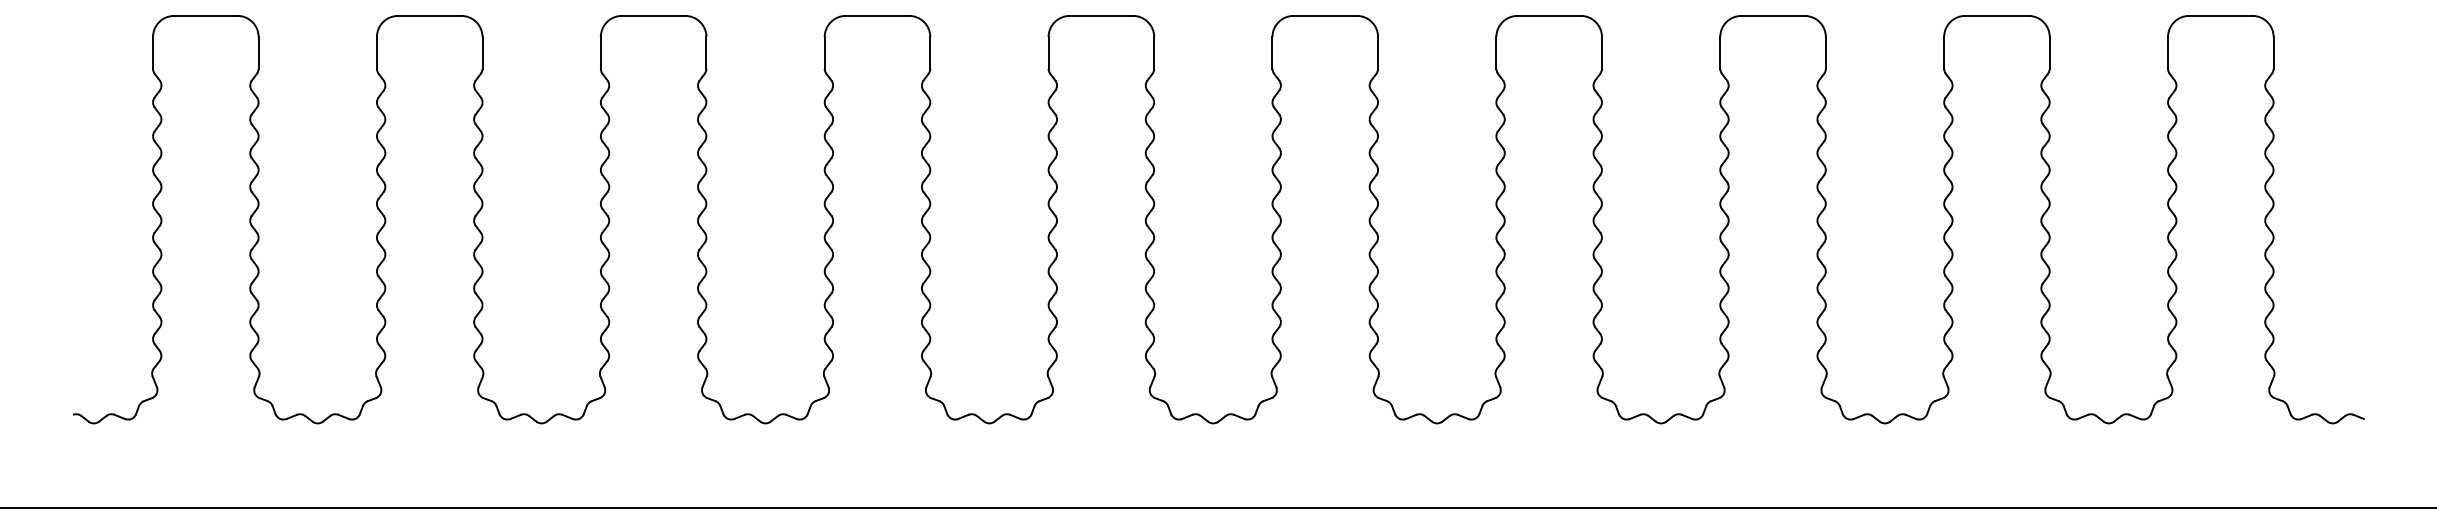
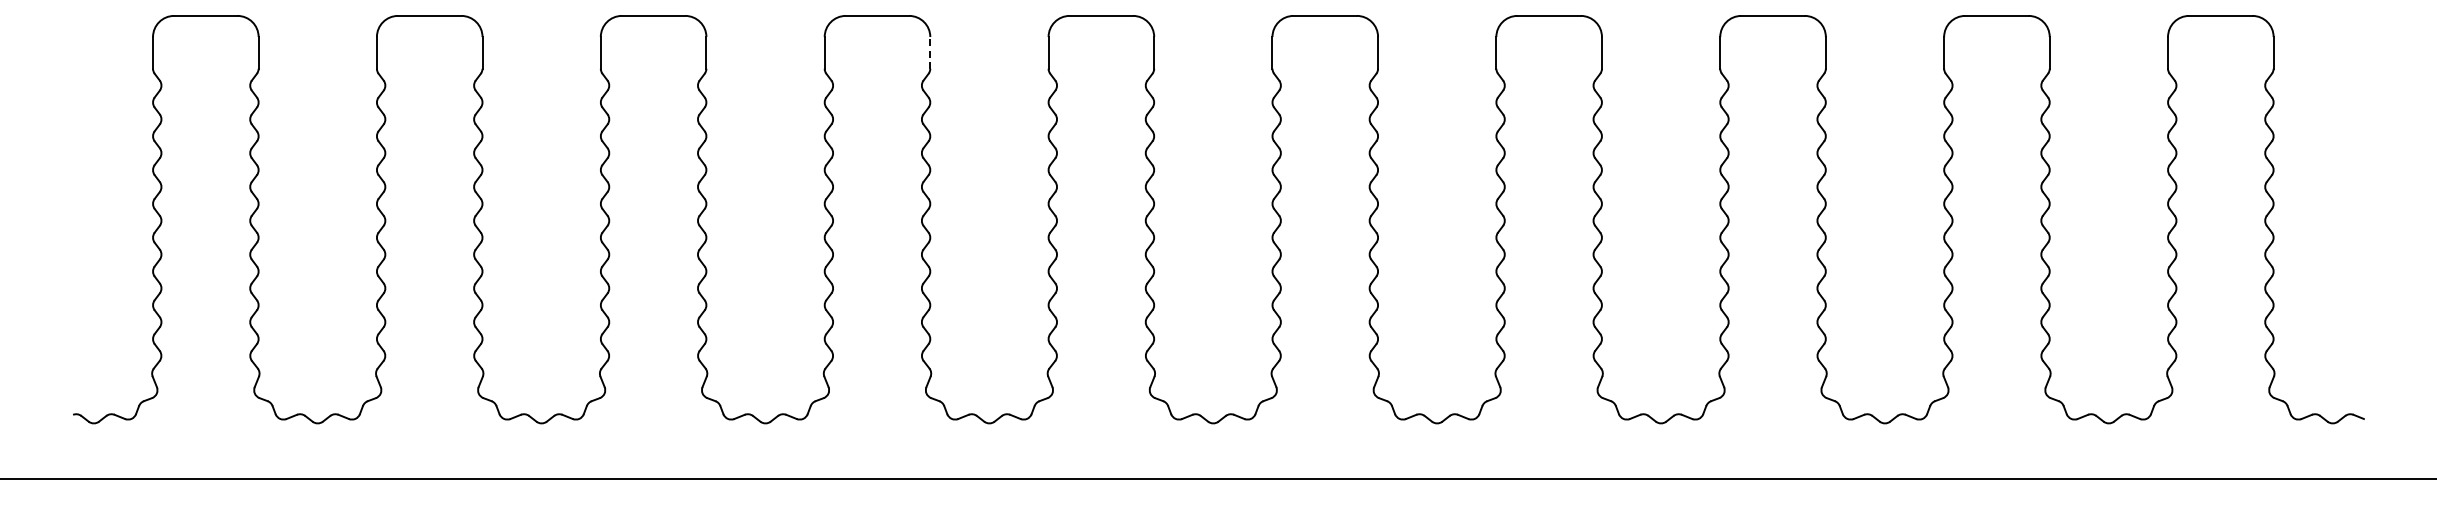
line at (930, 52): solid -> dashed
line at (1217, 508) position: (1217, 508) -> (1217, 479)
